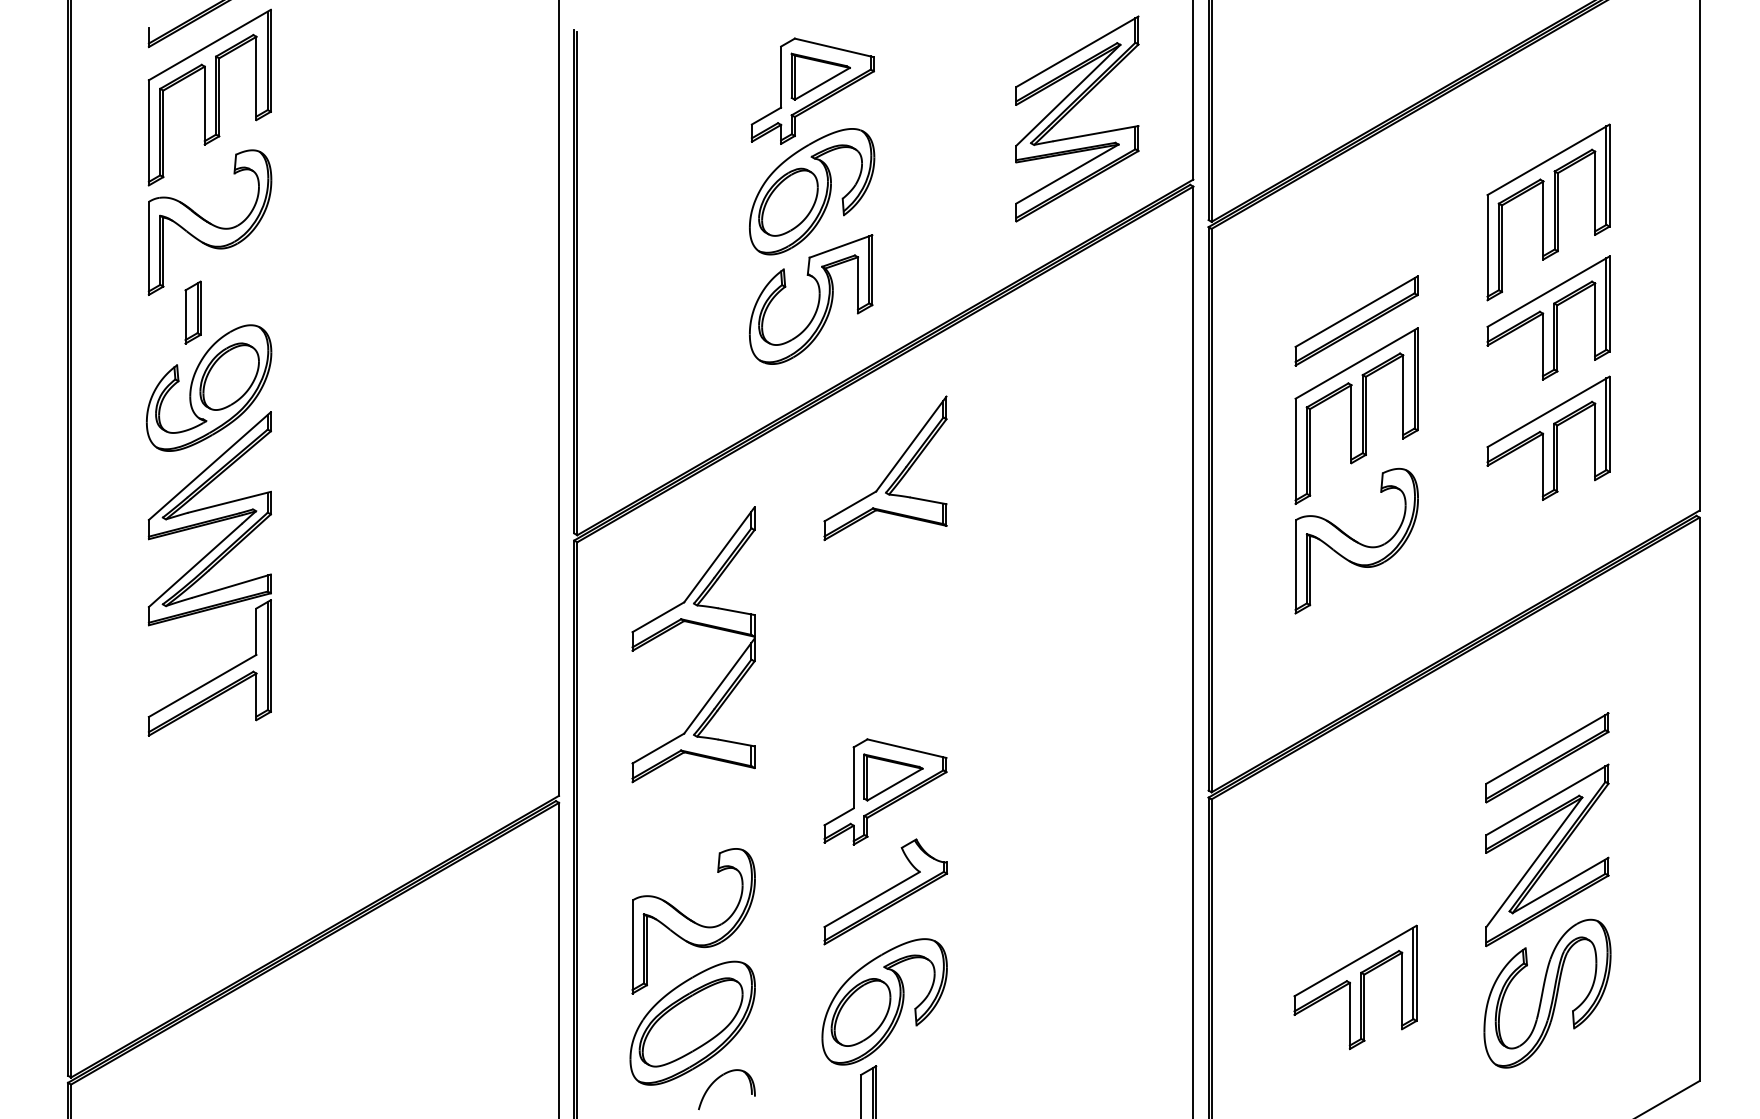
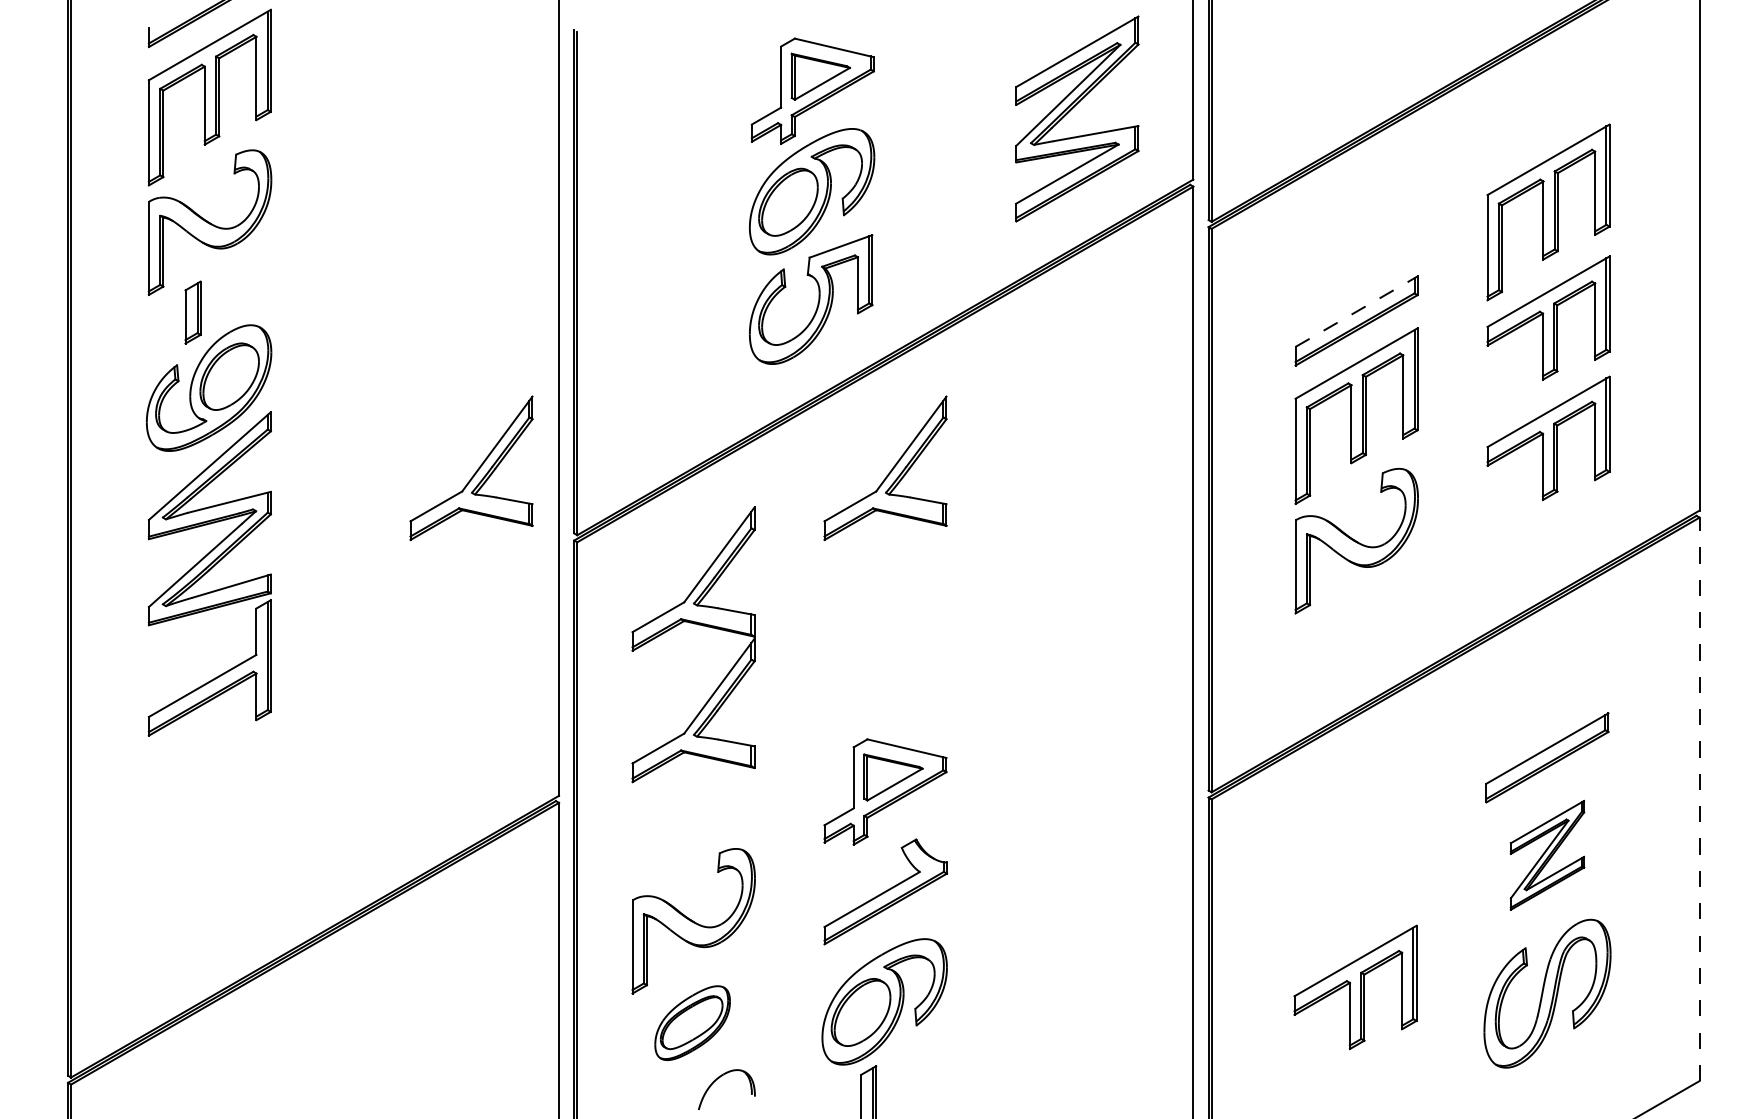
line at (1357, 311): solid -> dashed
part at (471, 468): none -> present
line at (1699, 799): solid -> dashed
part at (1547, 855) size: 125x185 px -> 77x112 px
part at (692, 1022) size: 127x126 px -> 77x76 px
